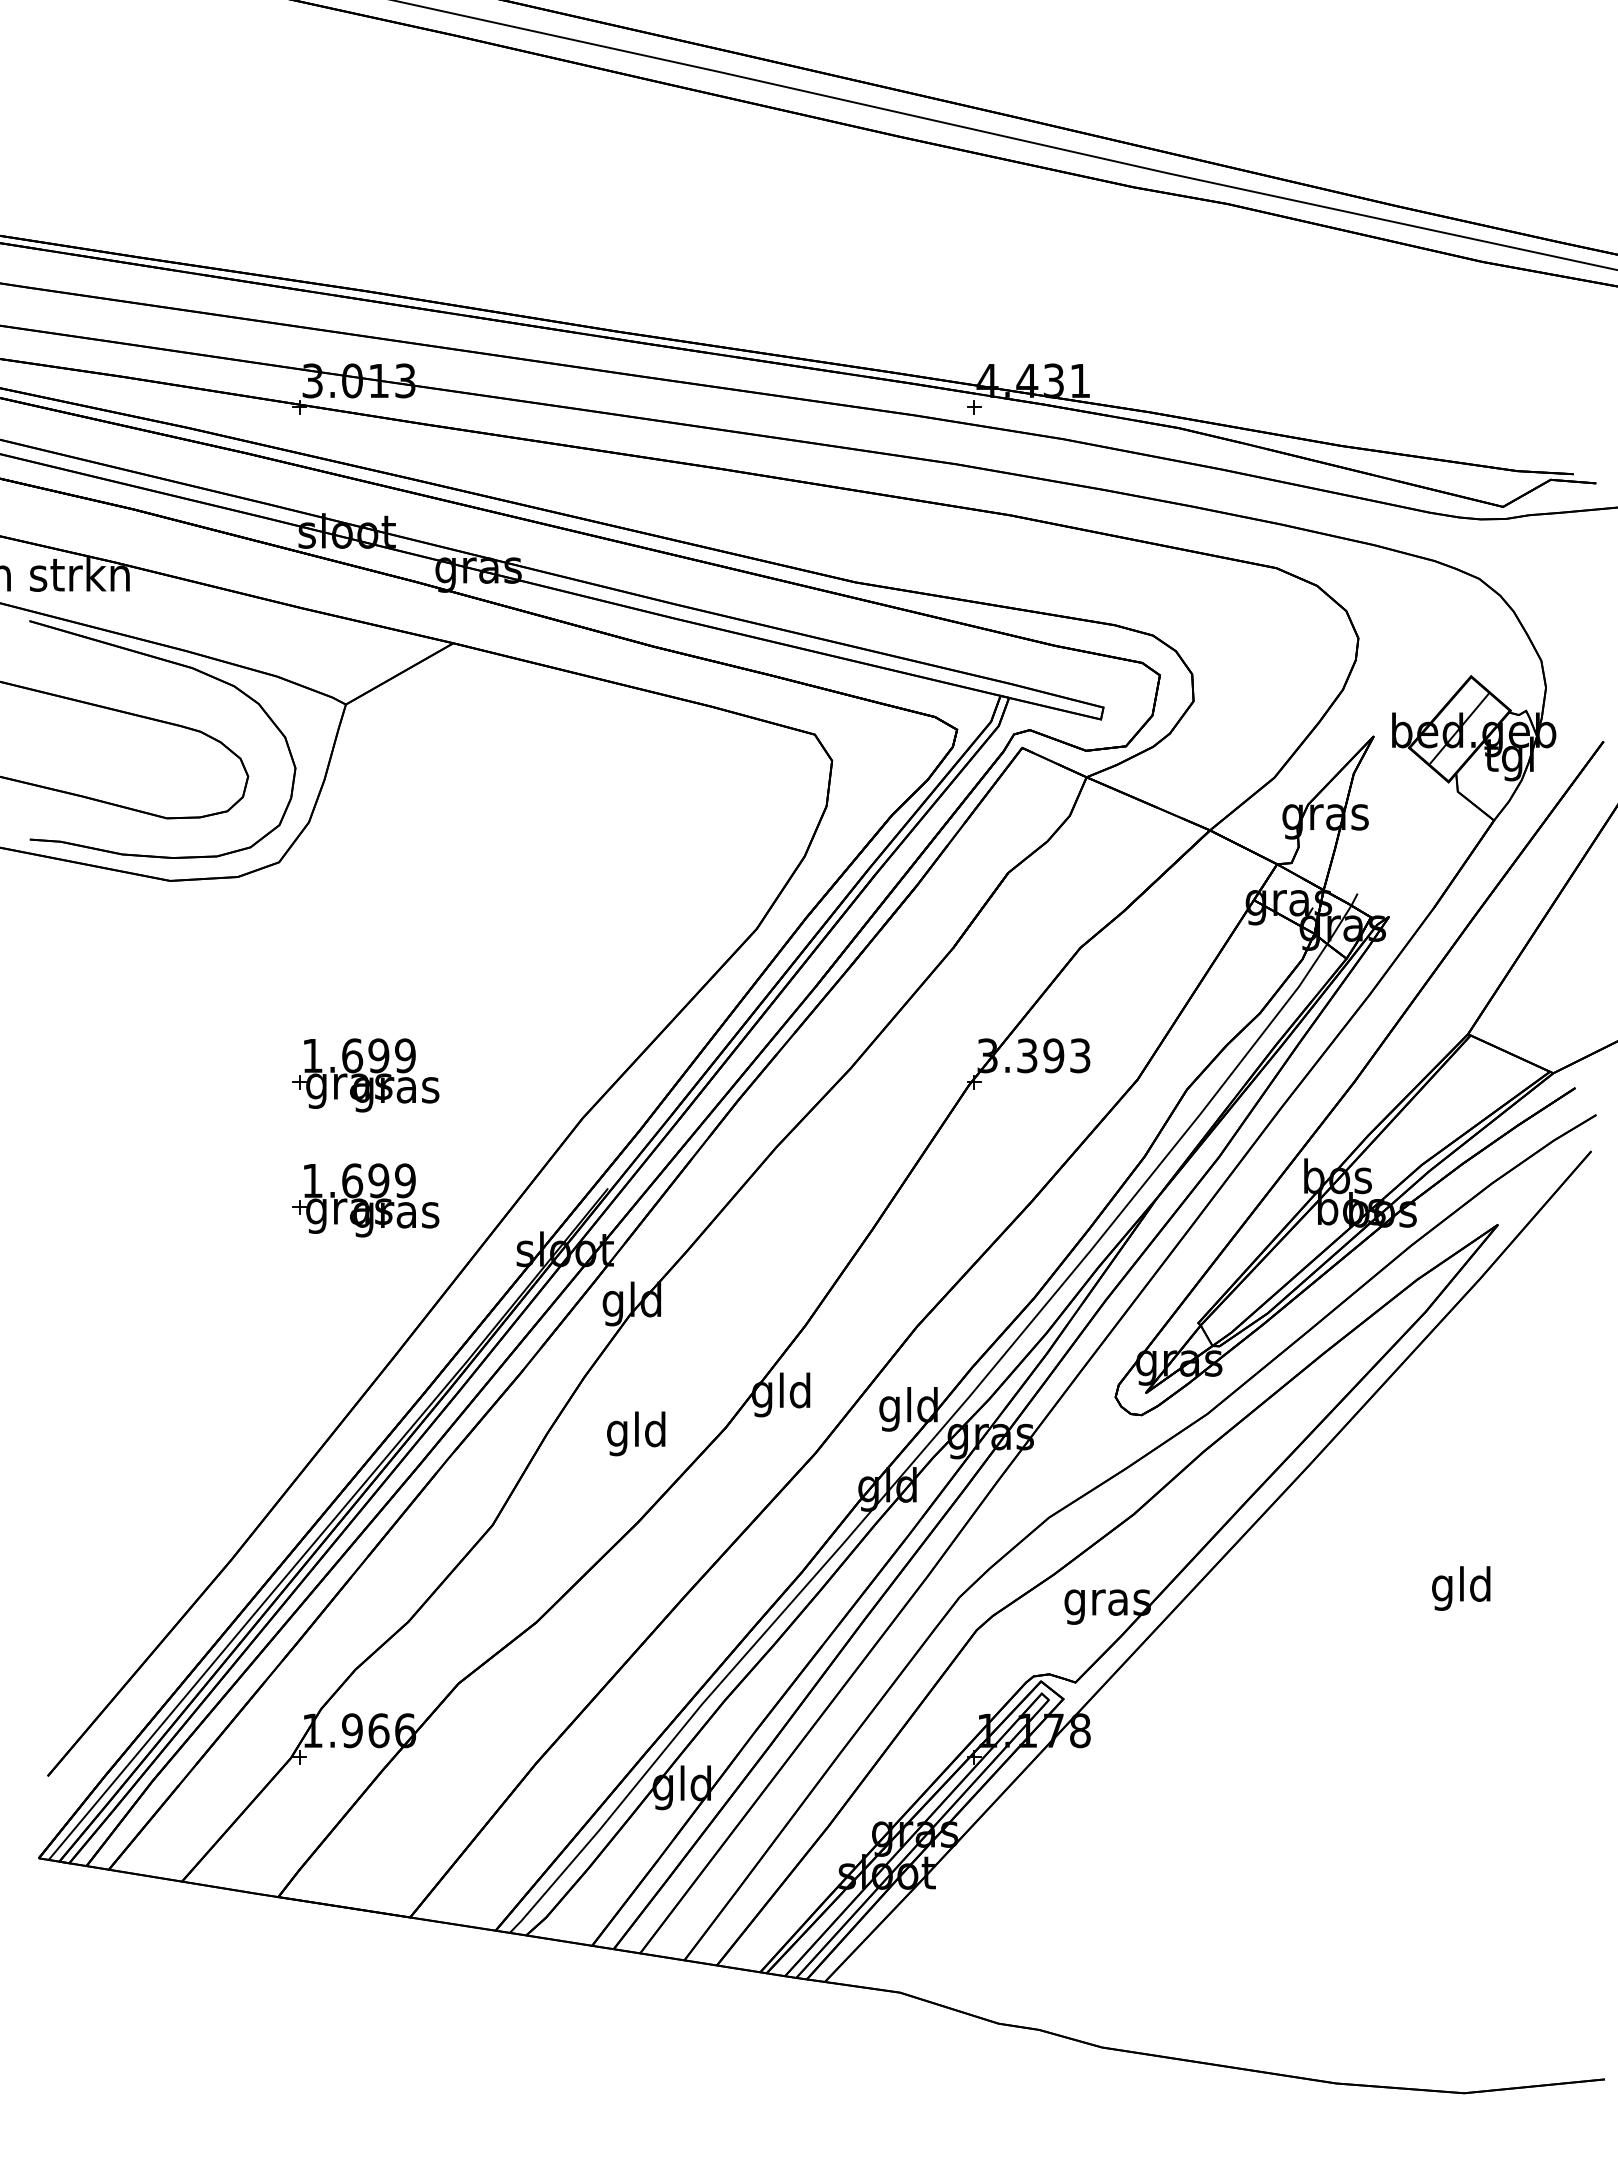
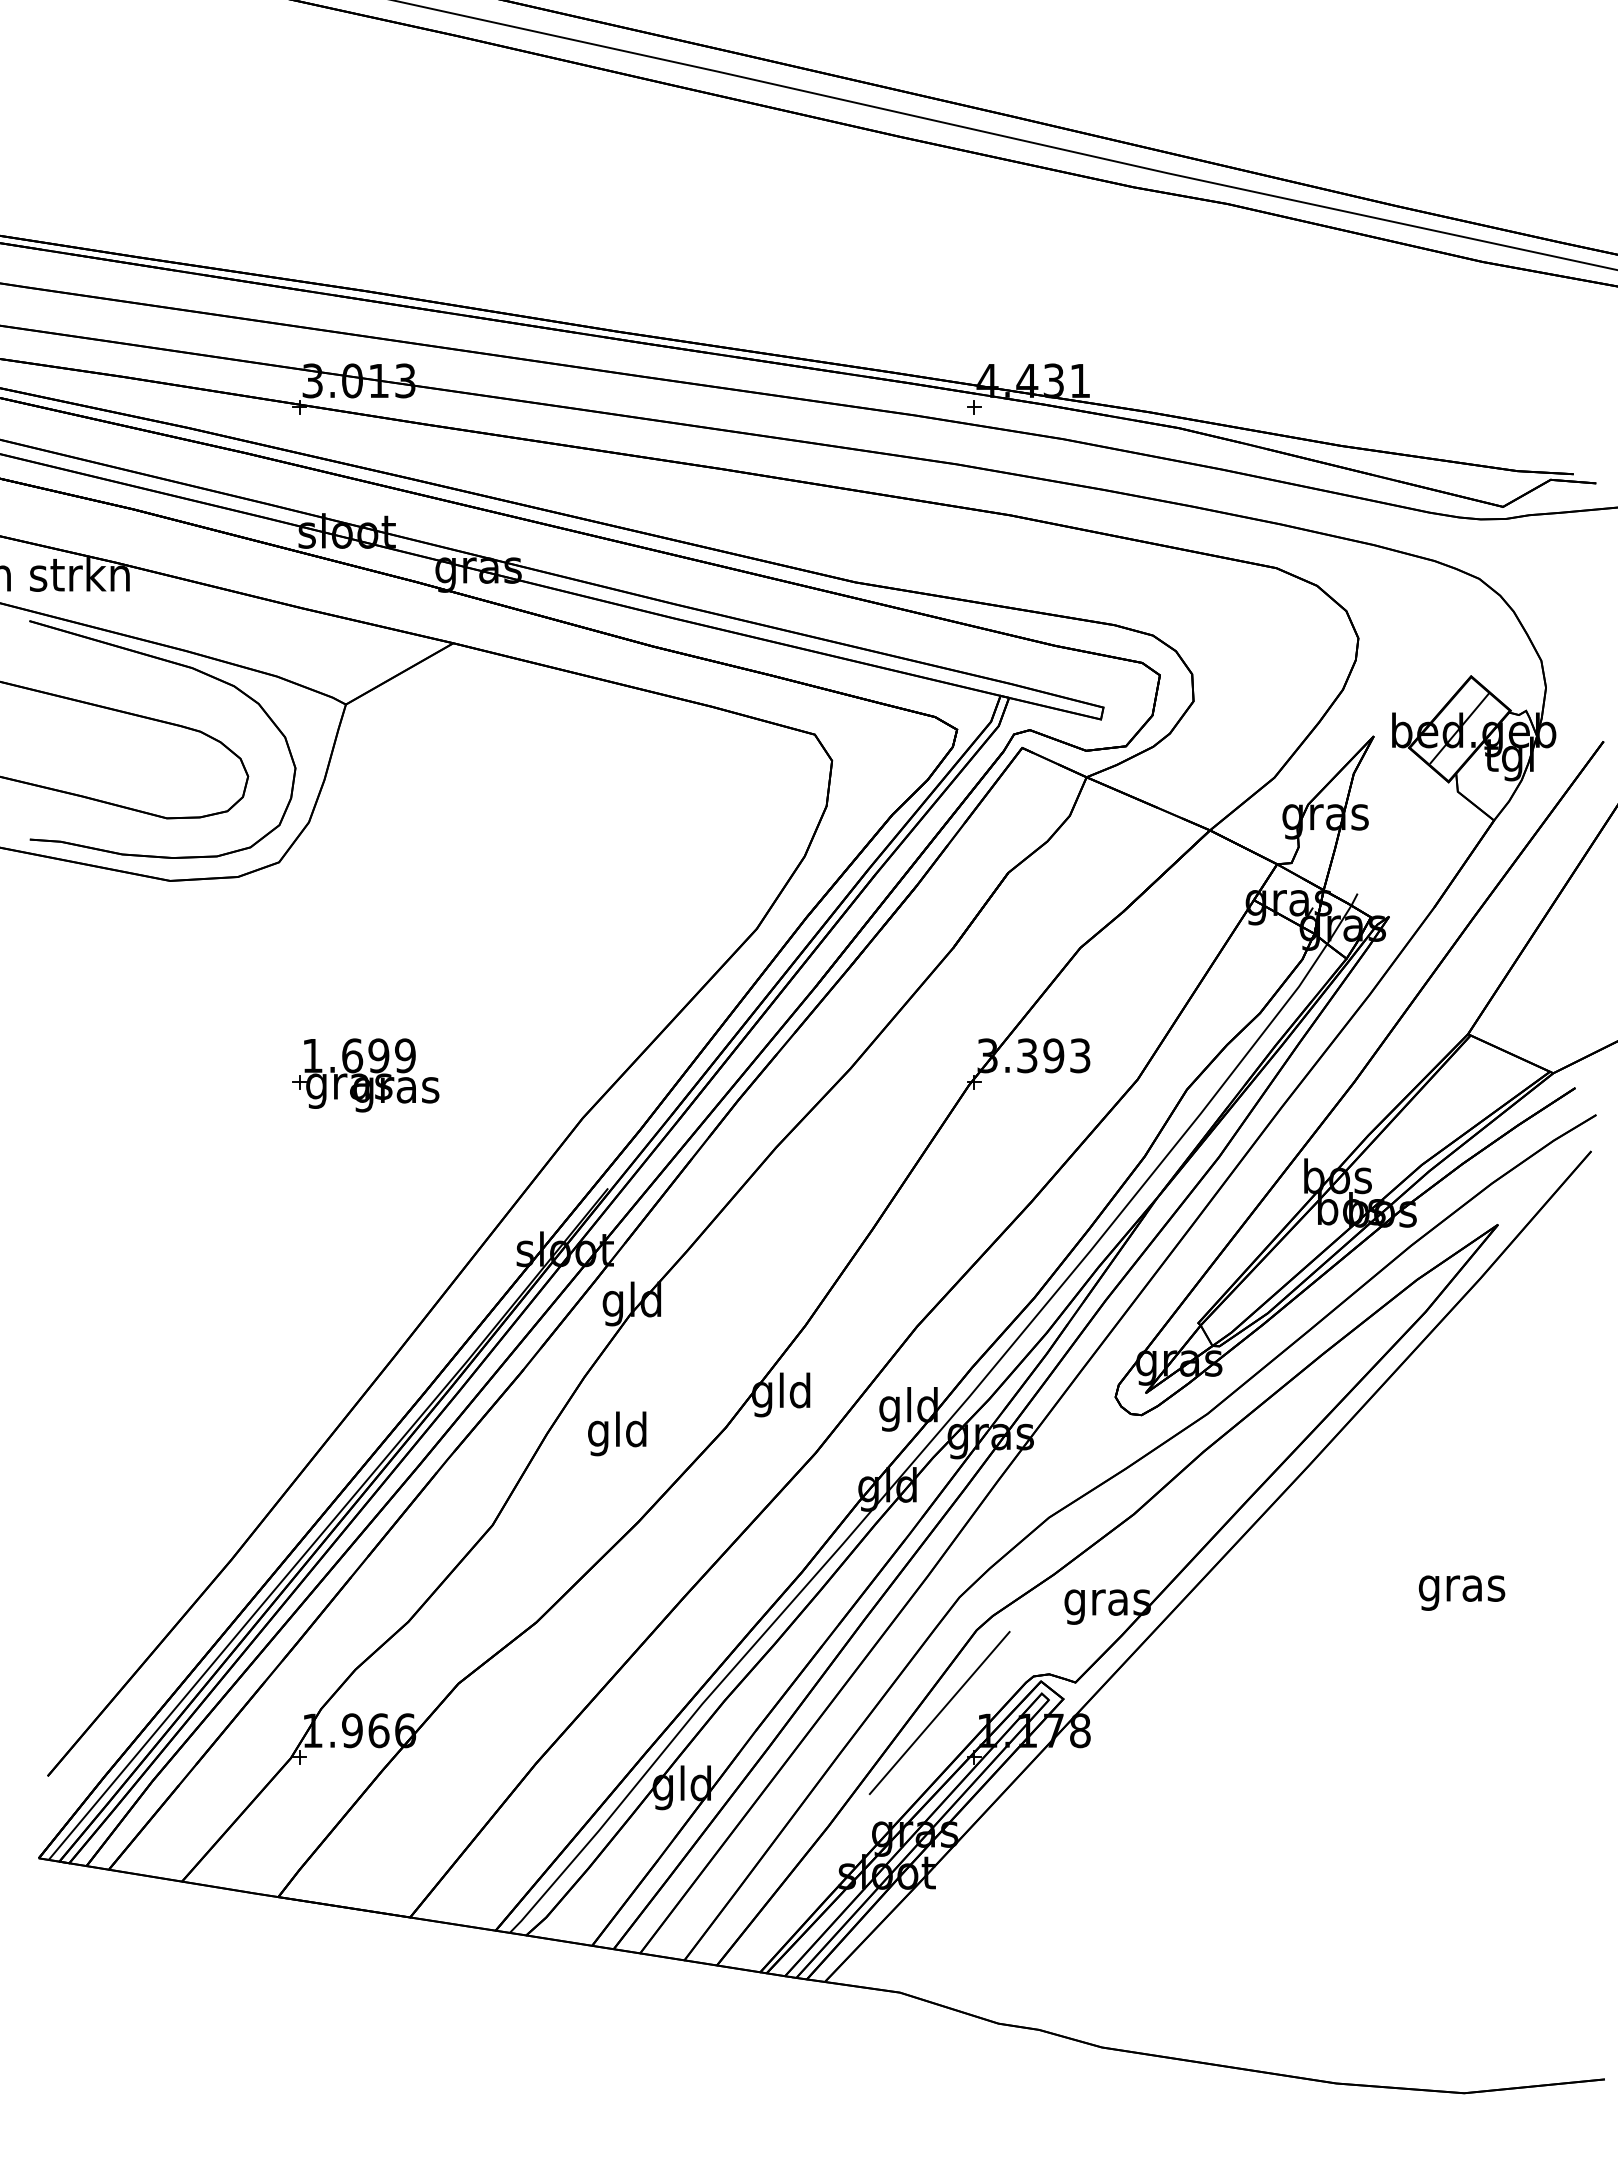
part at (365, 1200): present -> none
text at (636, 1433) position: (636, 1433) -> (617, 1433)
text at (1461, 1588): gld -> gras
line at (939, 1713): none -> present
